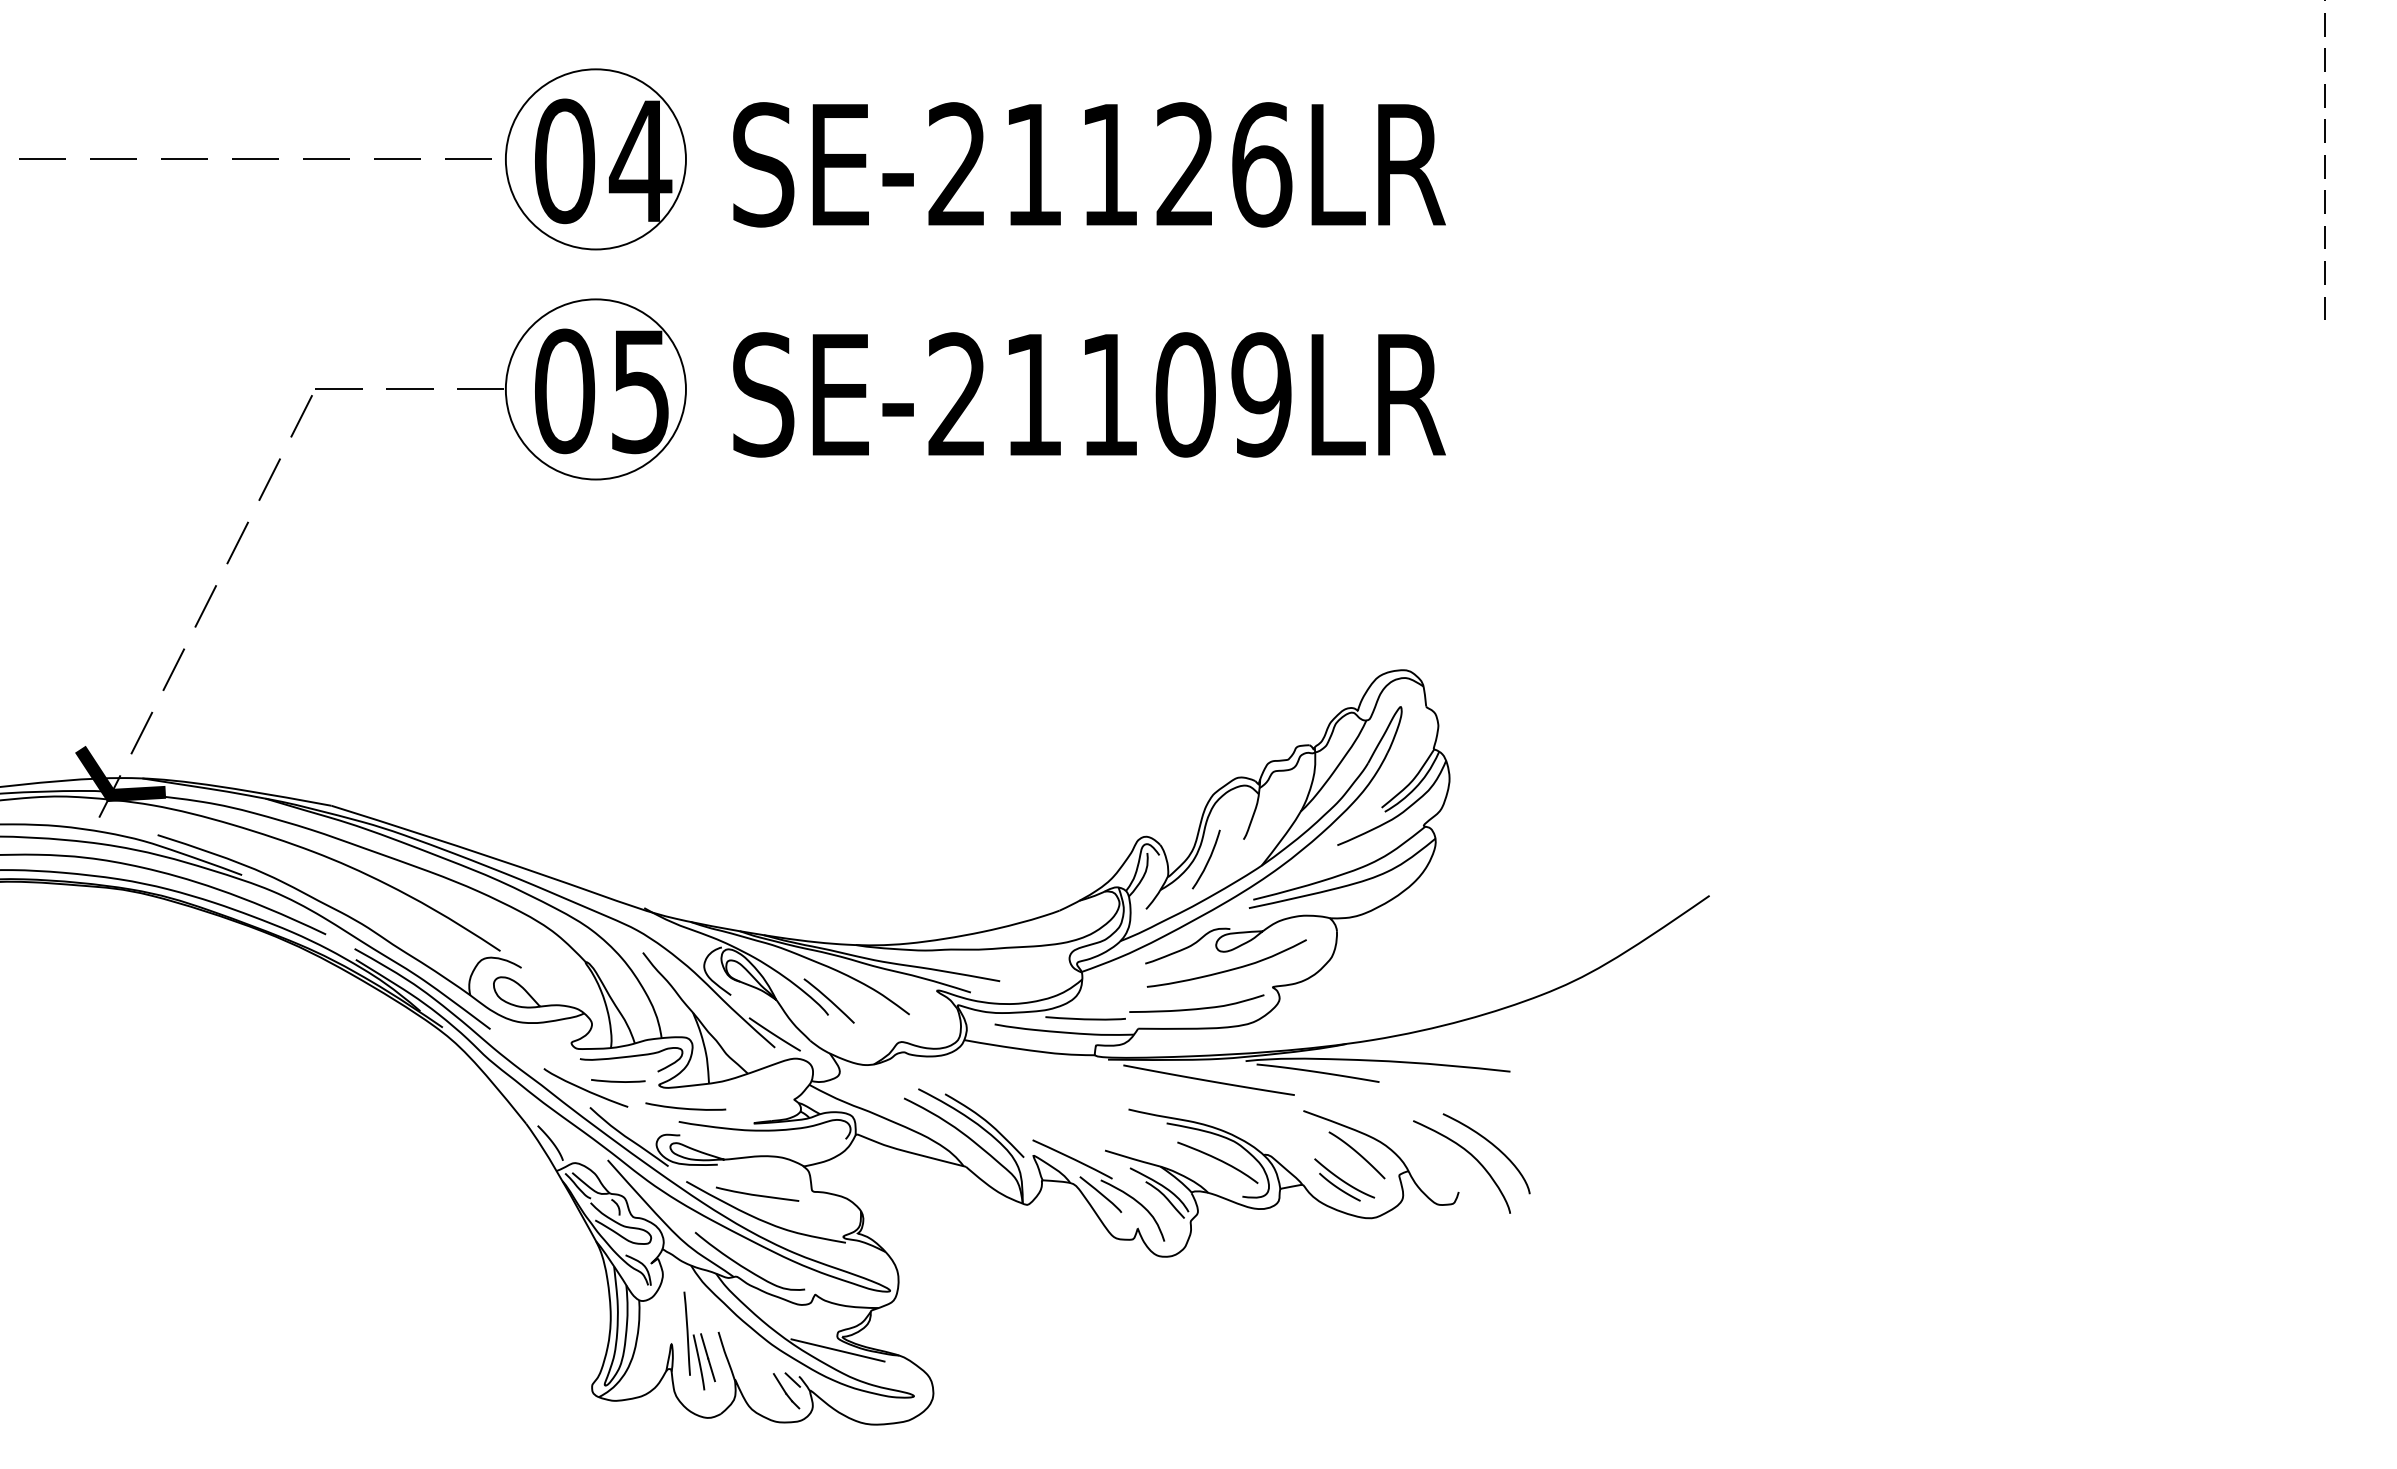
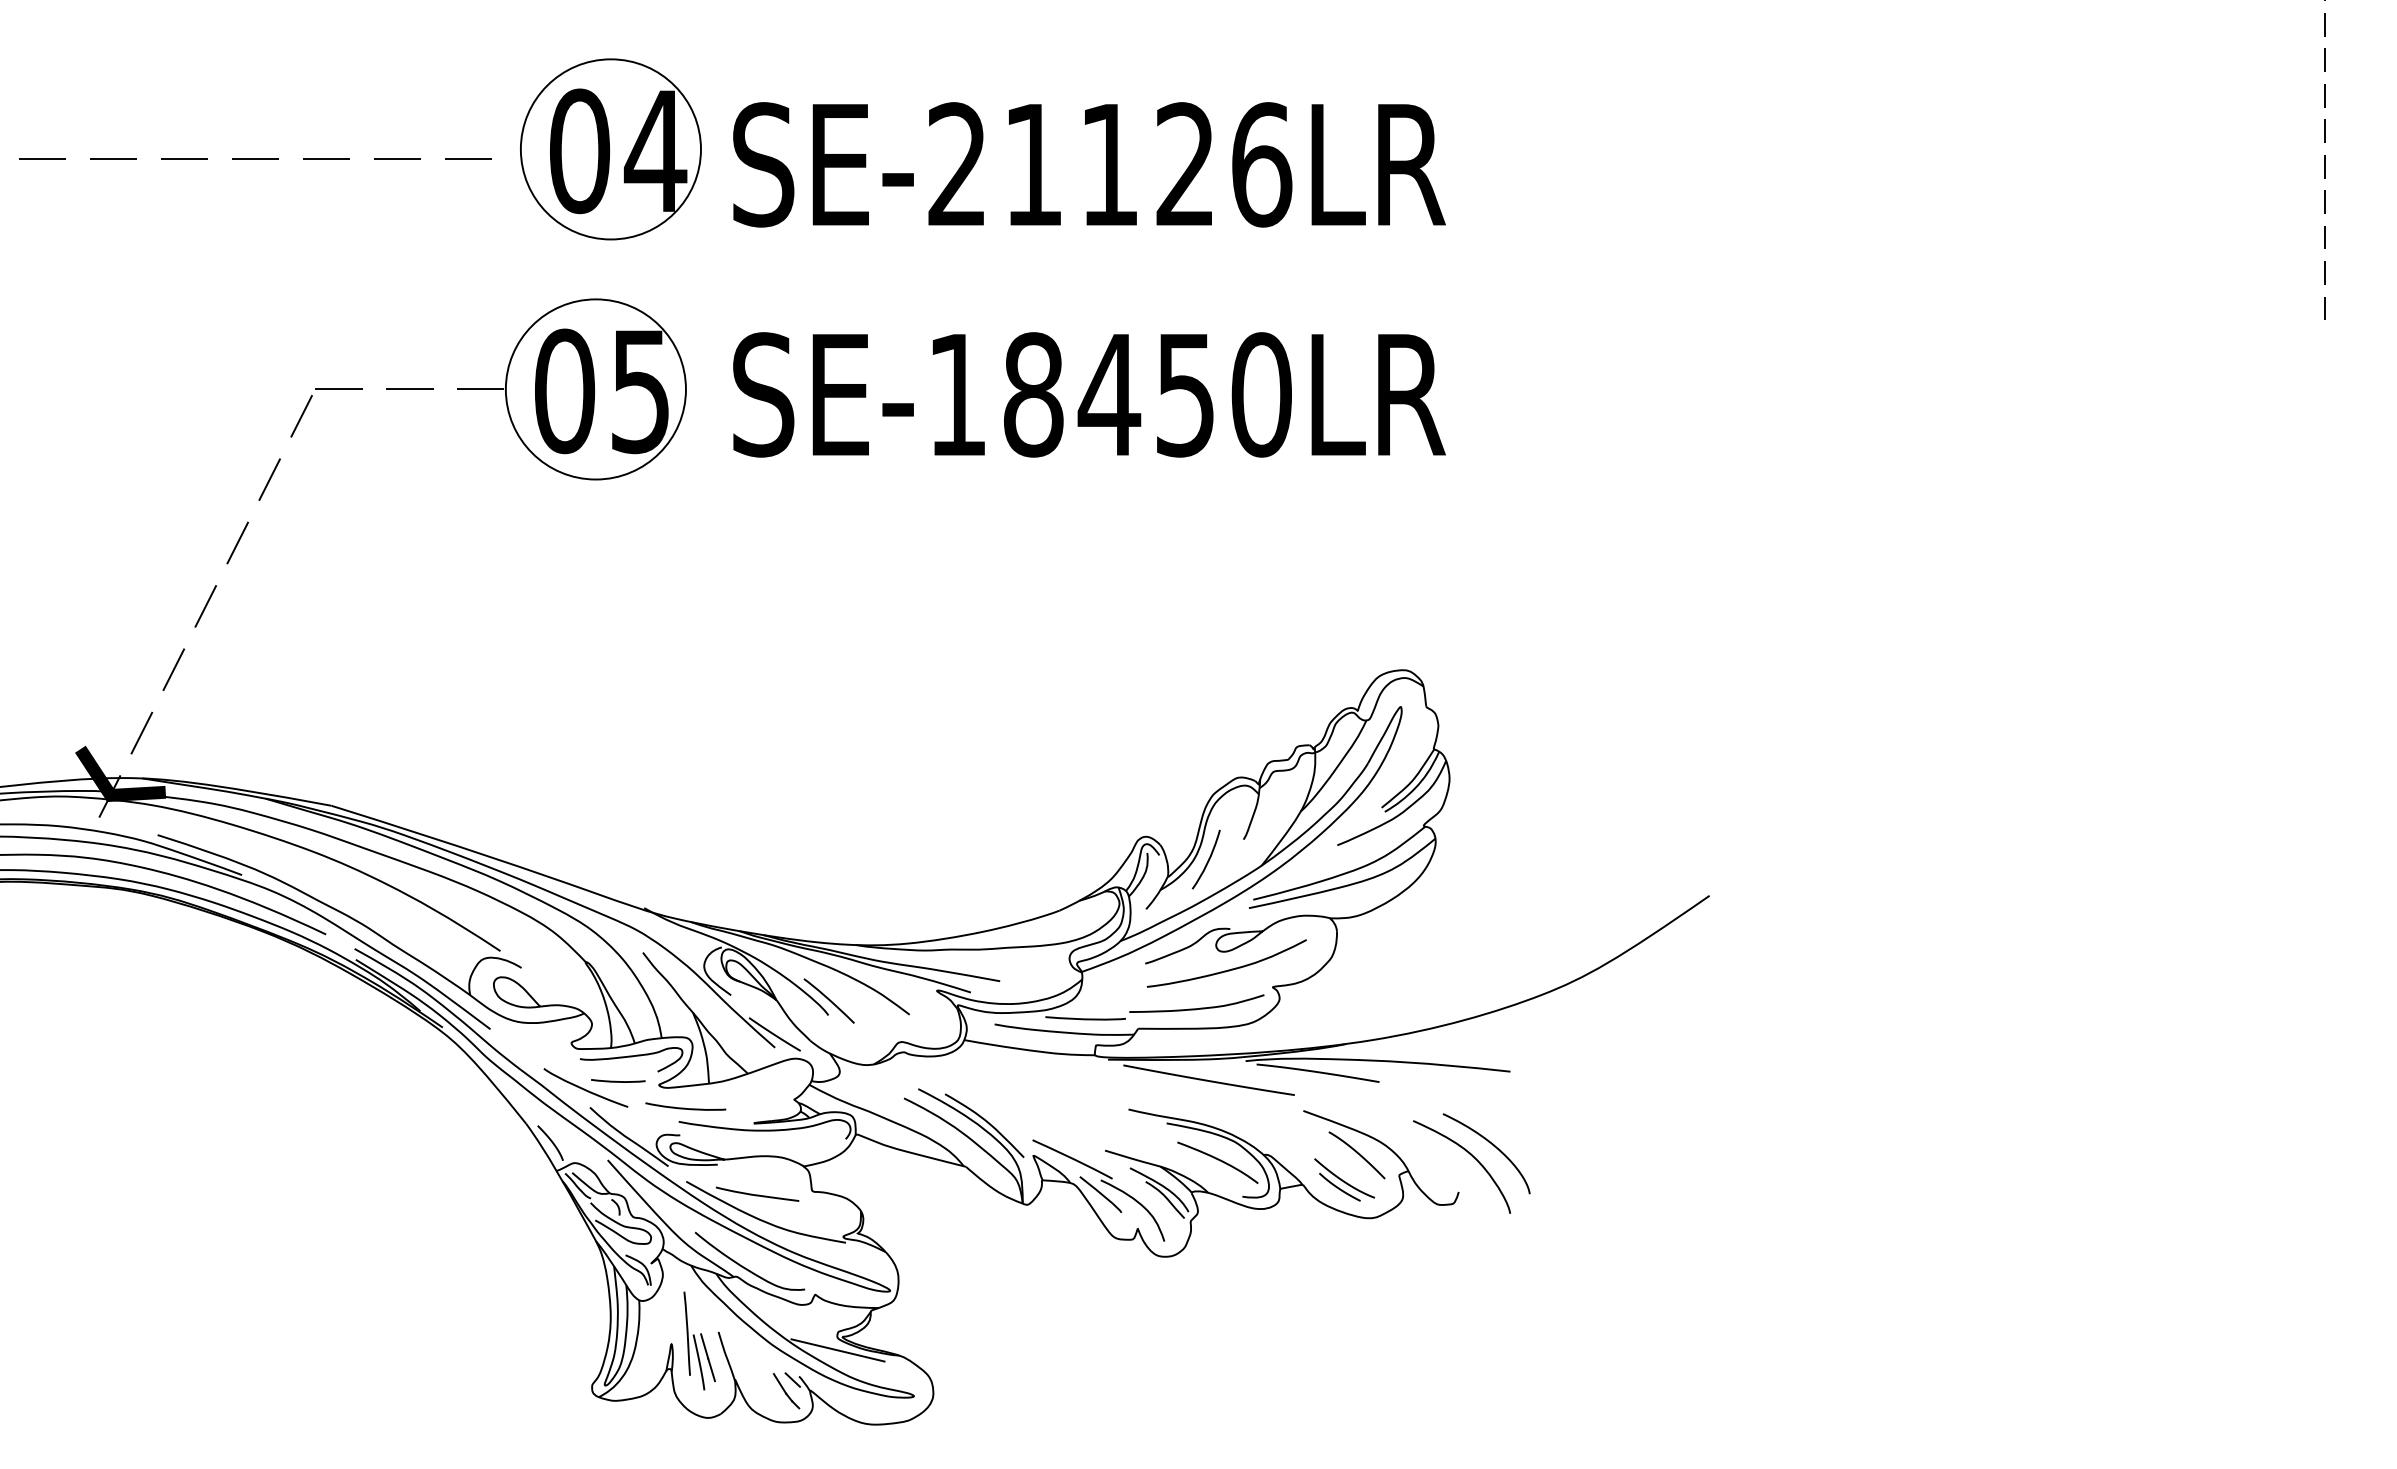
part at (595, 159) position: (595, 159) -> (610, 149)
text at (1109, 394): SE-21109LR -> SE-18450LR
